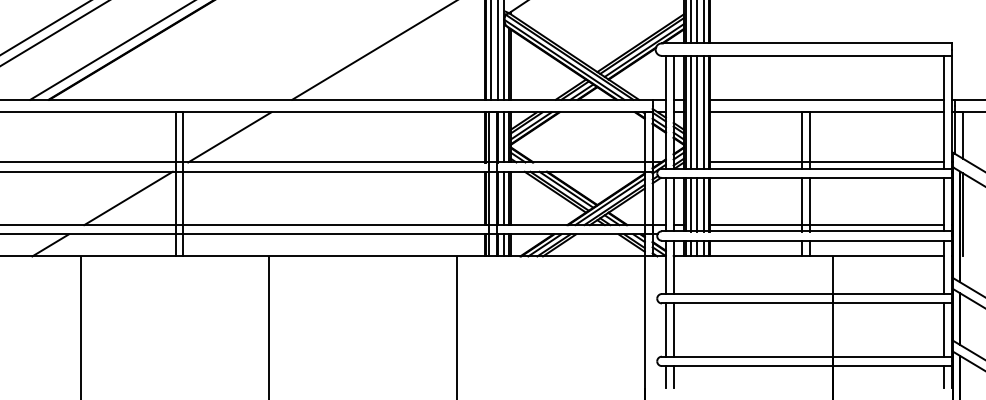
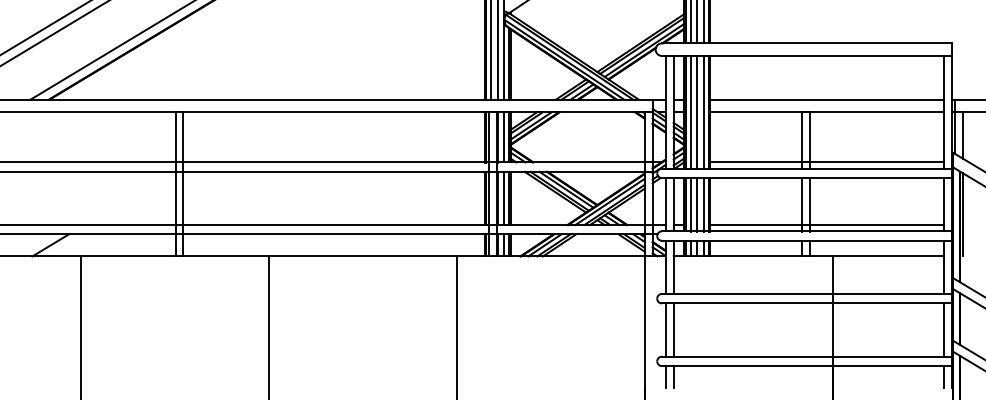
line at (373, 50): present -> none
line at (229, 137): present -> none
line at (128, 198): present -> none
